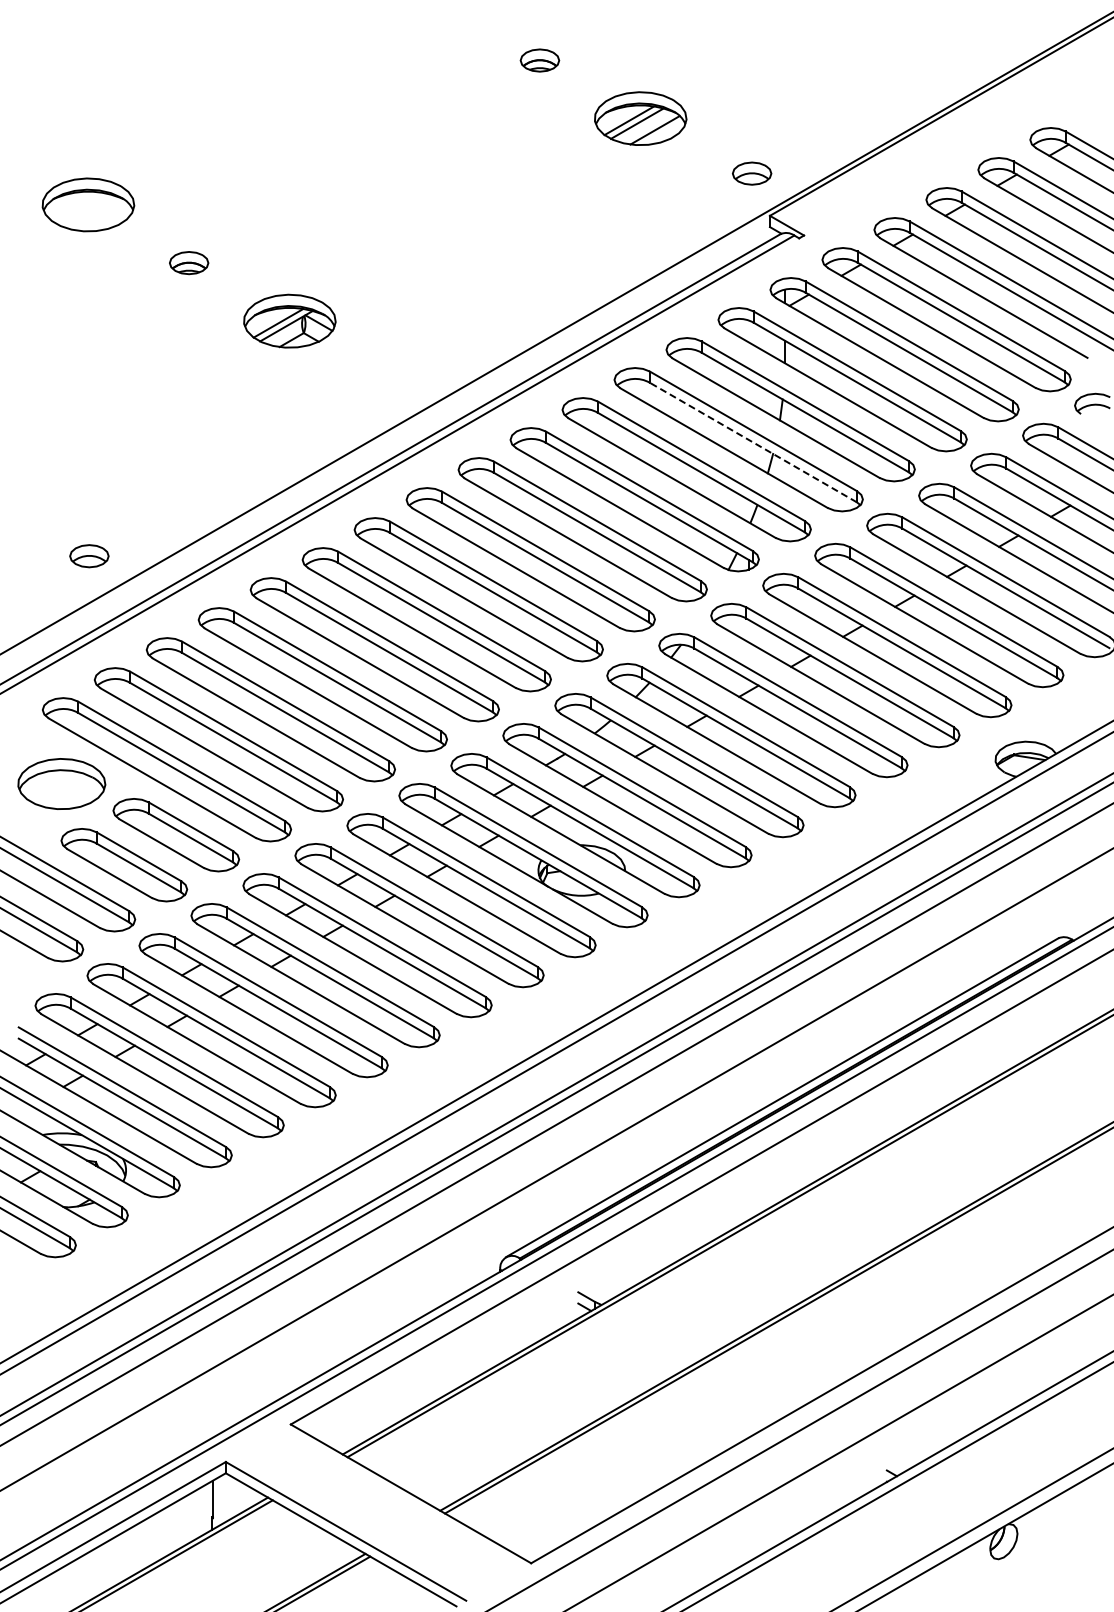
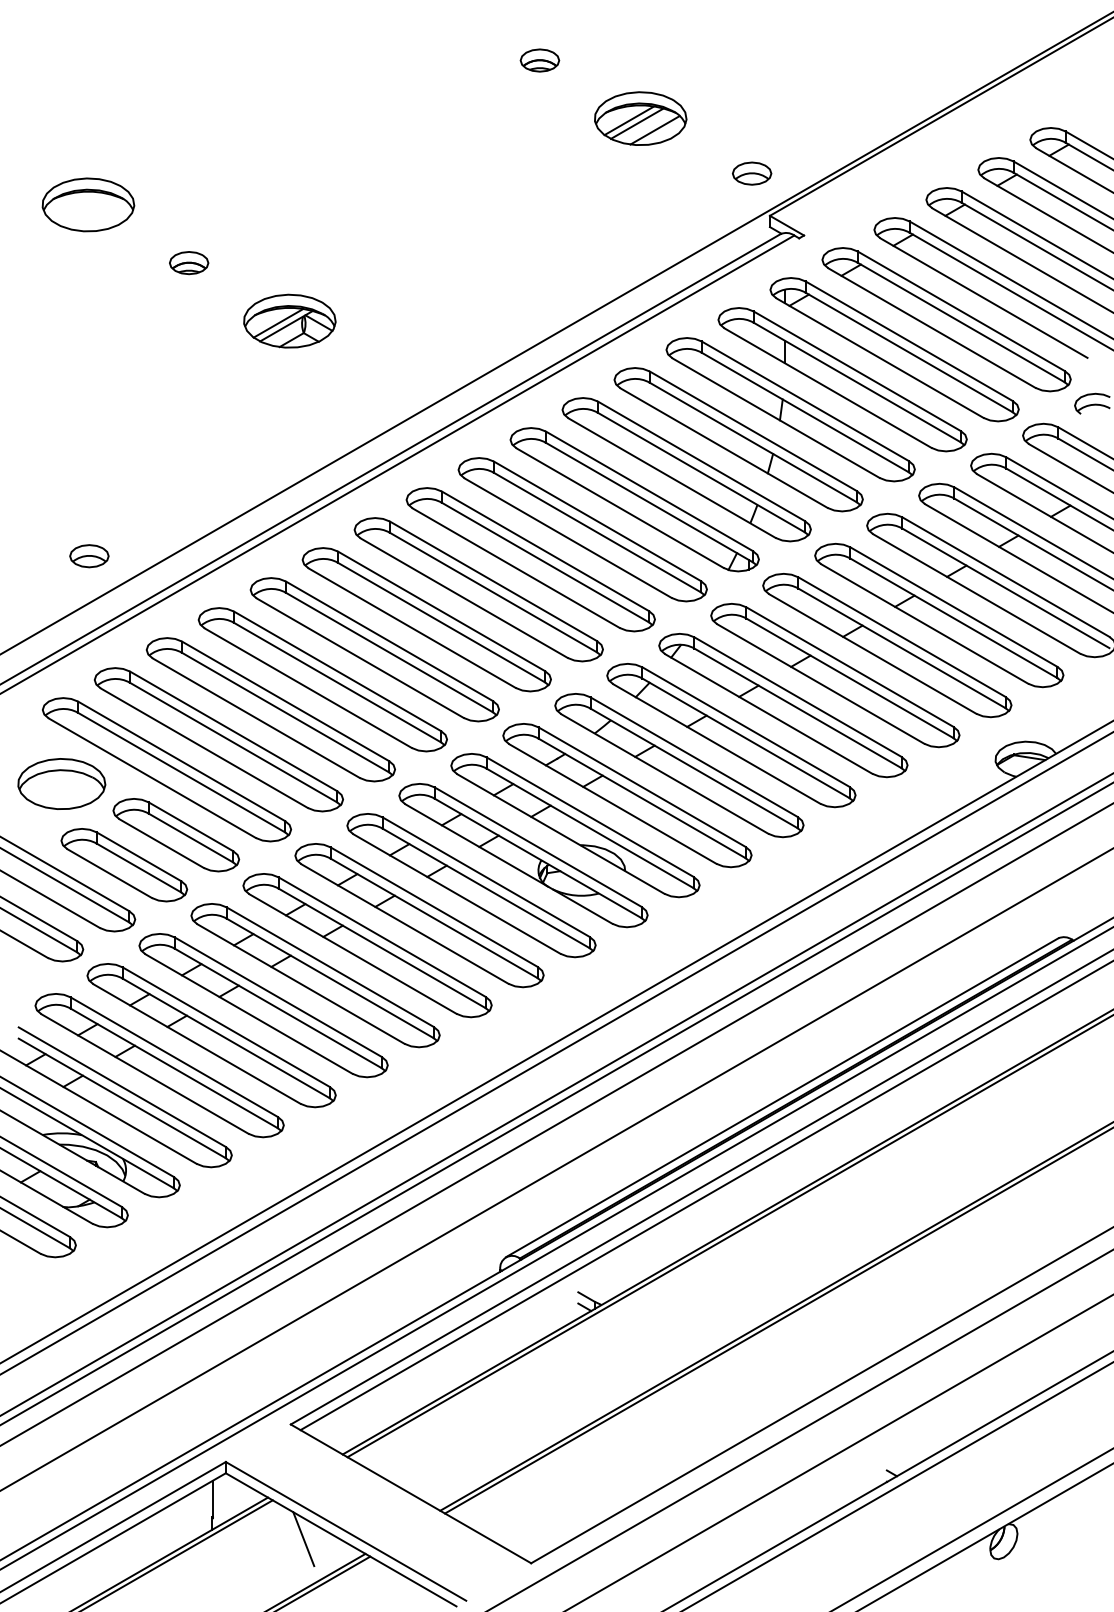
line at (753, 442): dashed -> solid
line at (705, 1196): none -> present
line at (303, 1539): none -> present
